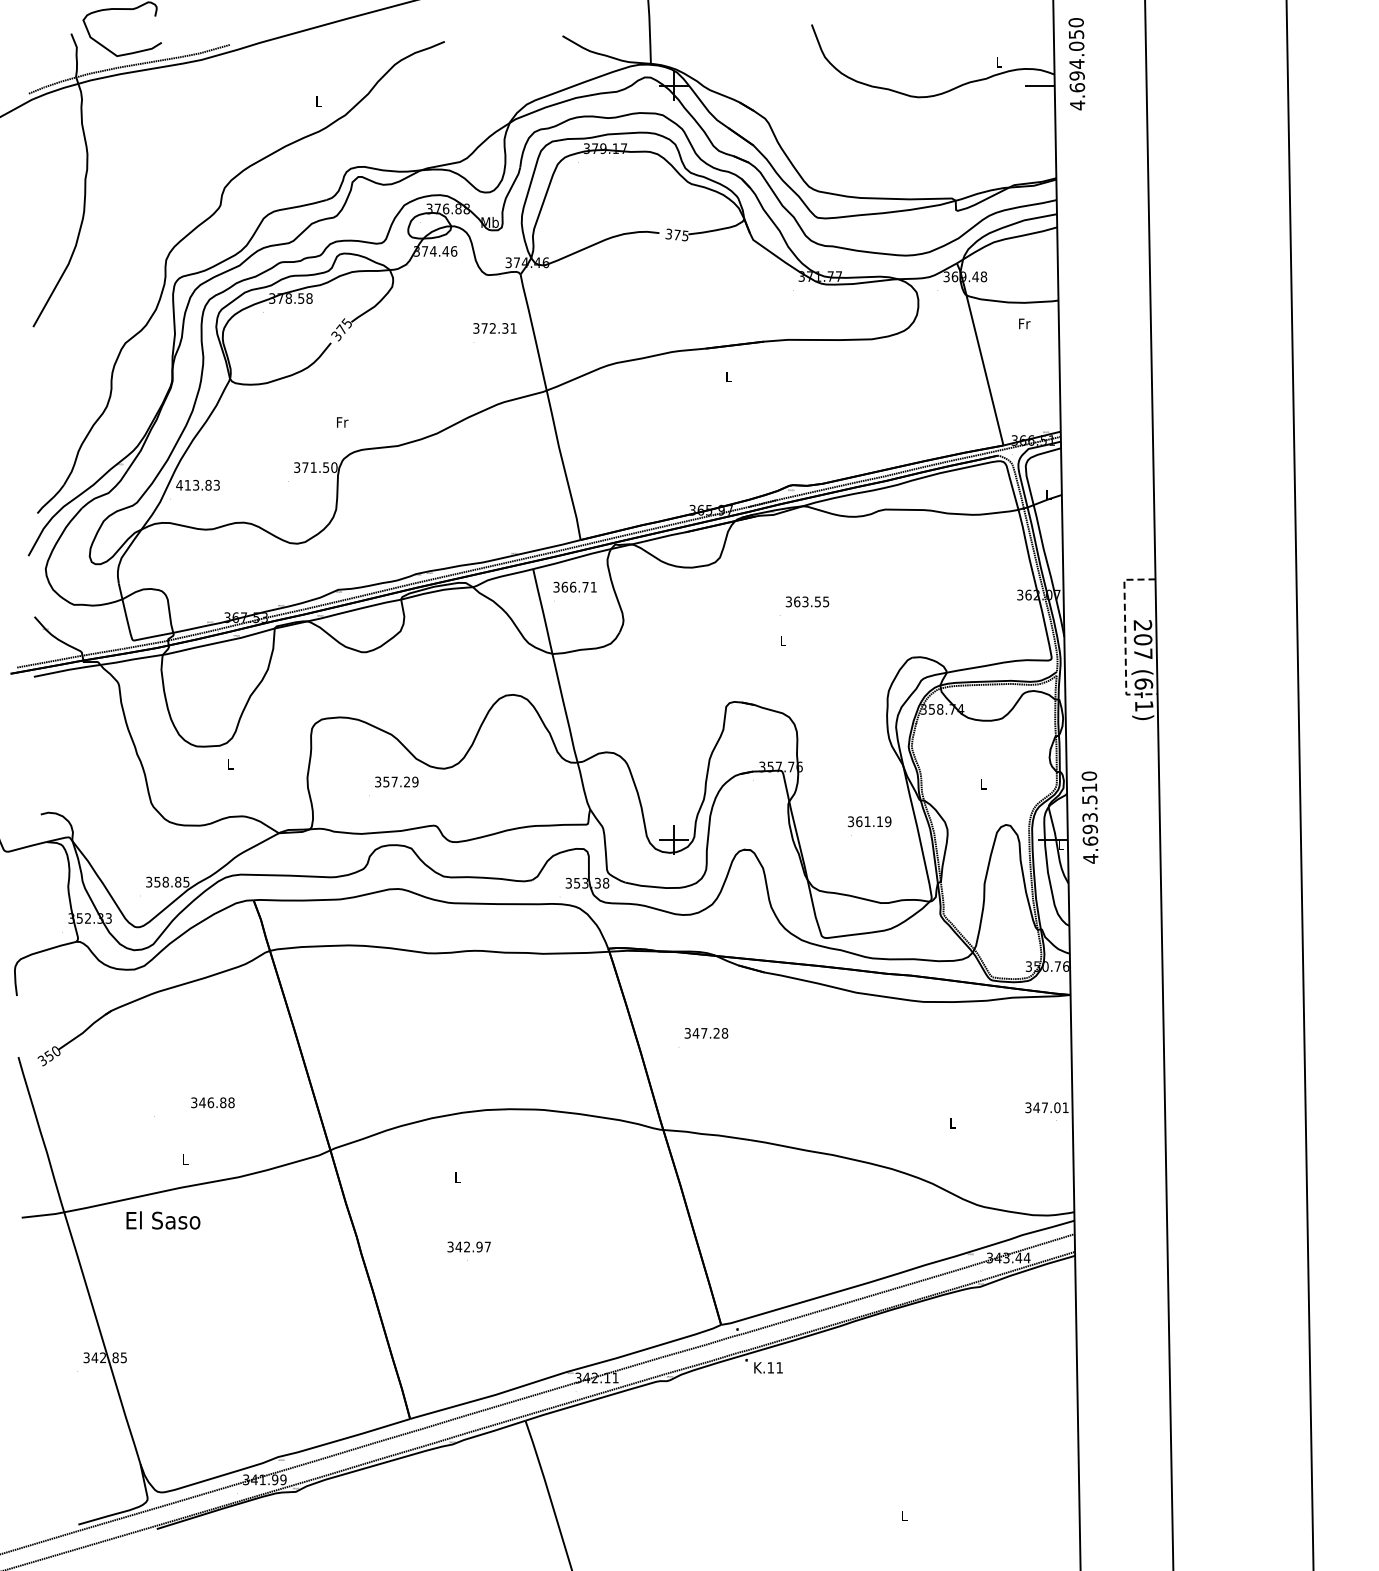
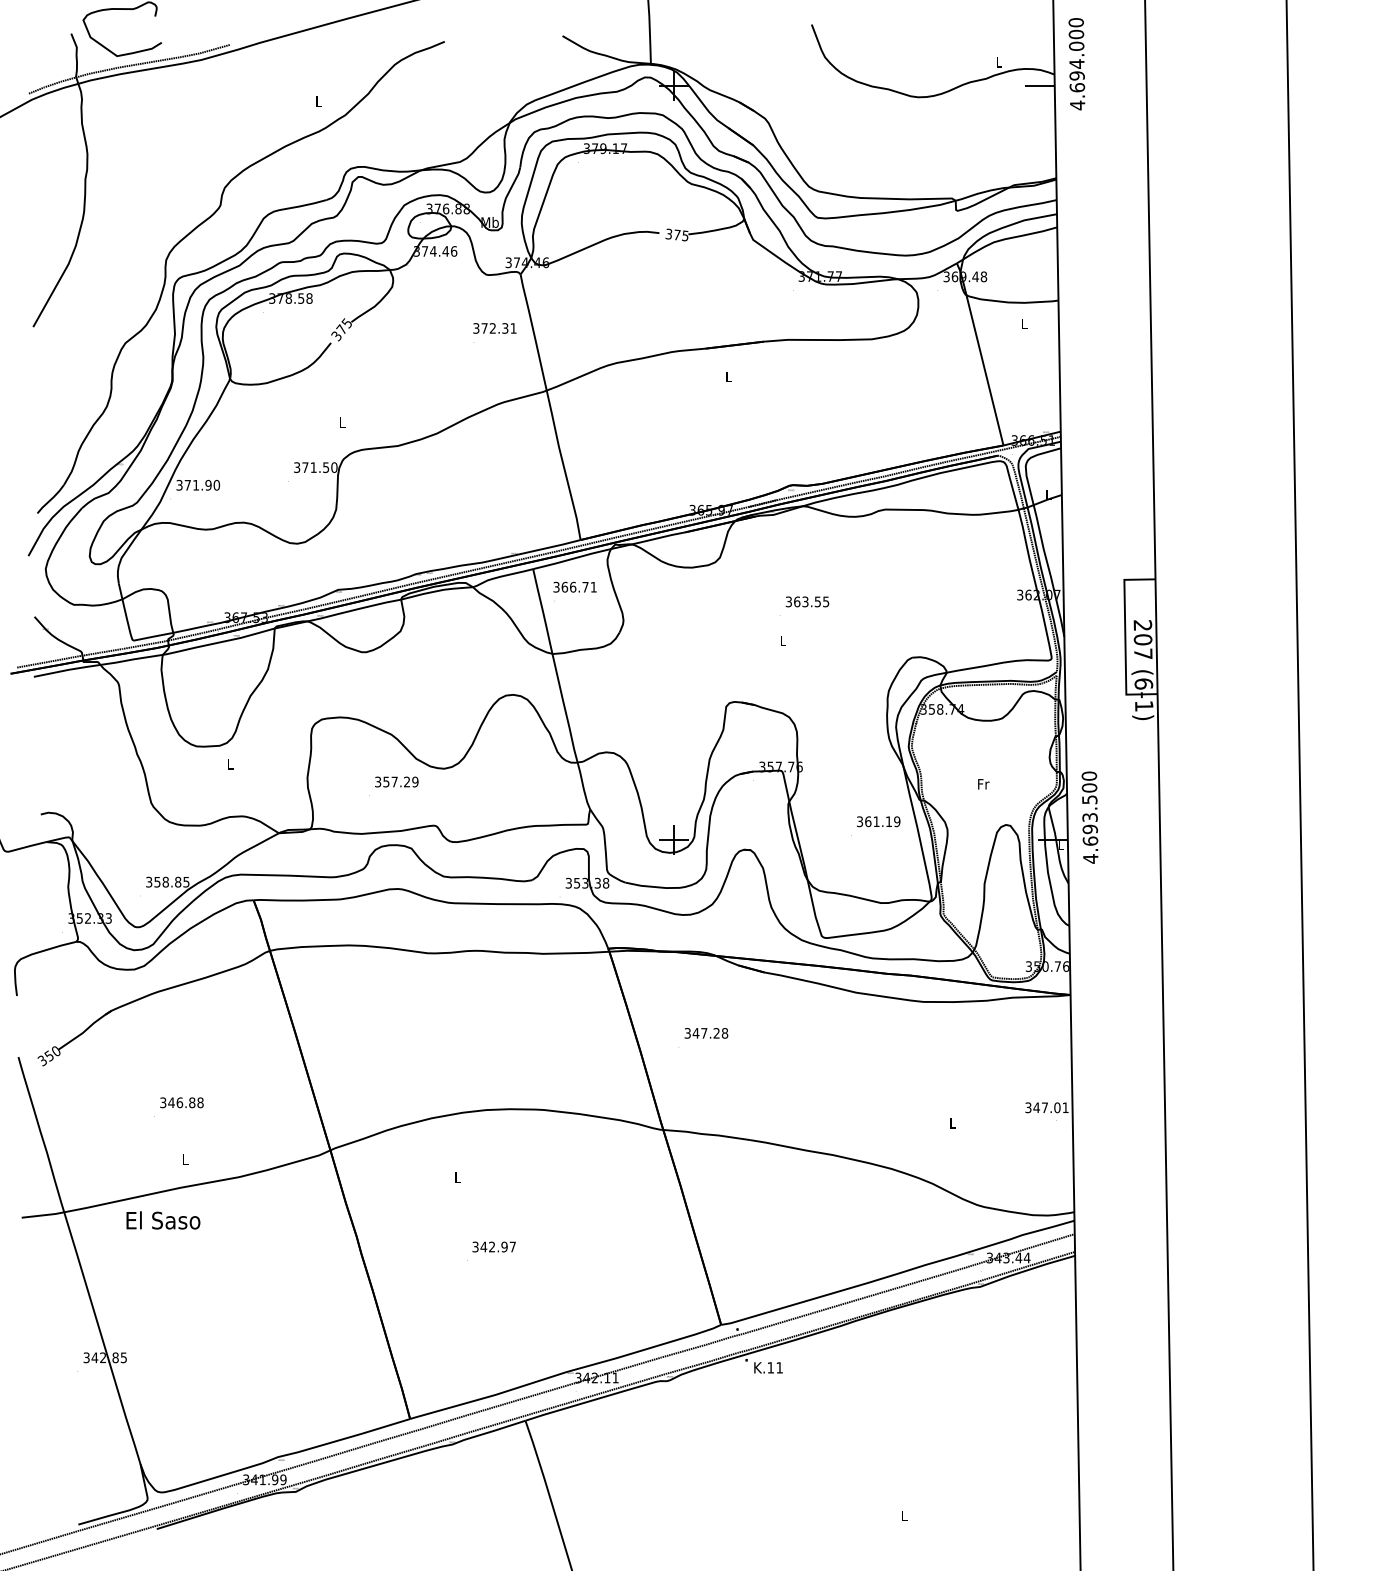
text at (1076, 34): 4.694.050 -> 4.694.000
text at (1024, 323): Fr -> L
text at (342, 422): Fr -> L
text at (198, 484): 413.83 -> 371.90
line at (1125, 637): dashed -> solid
text at (983, 784): L -> Fr
text at (1089, 787): 4.693.510 -> 4.693.500
text at (869, 821) position: (869, 821) -> (878, 821)
text at (212, 1102) position: (212, 1102) -> (181, 1102)
text at (468, 1246) position: (468, 1246) -> (493, 1246)
